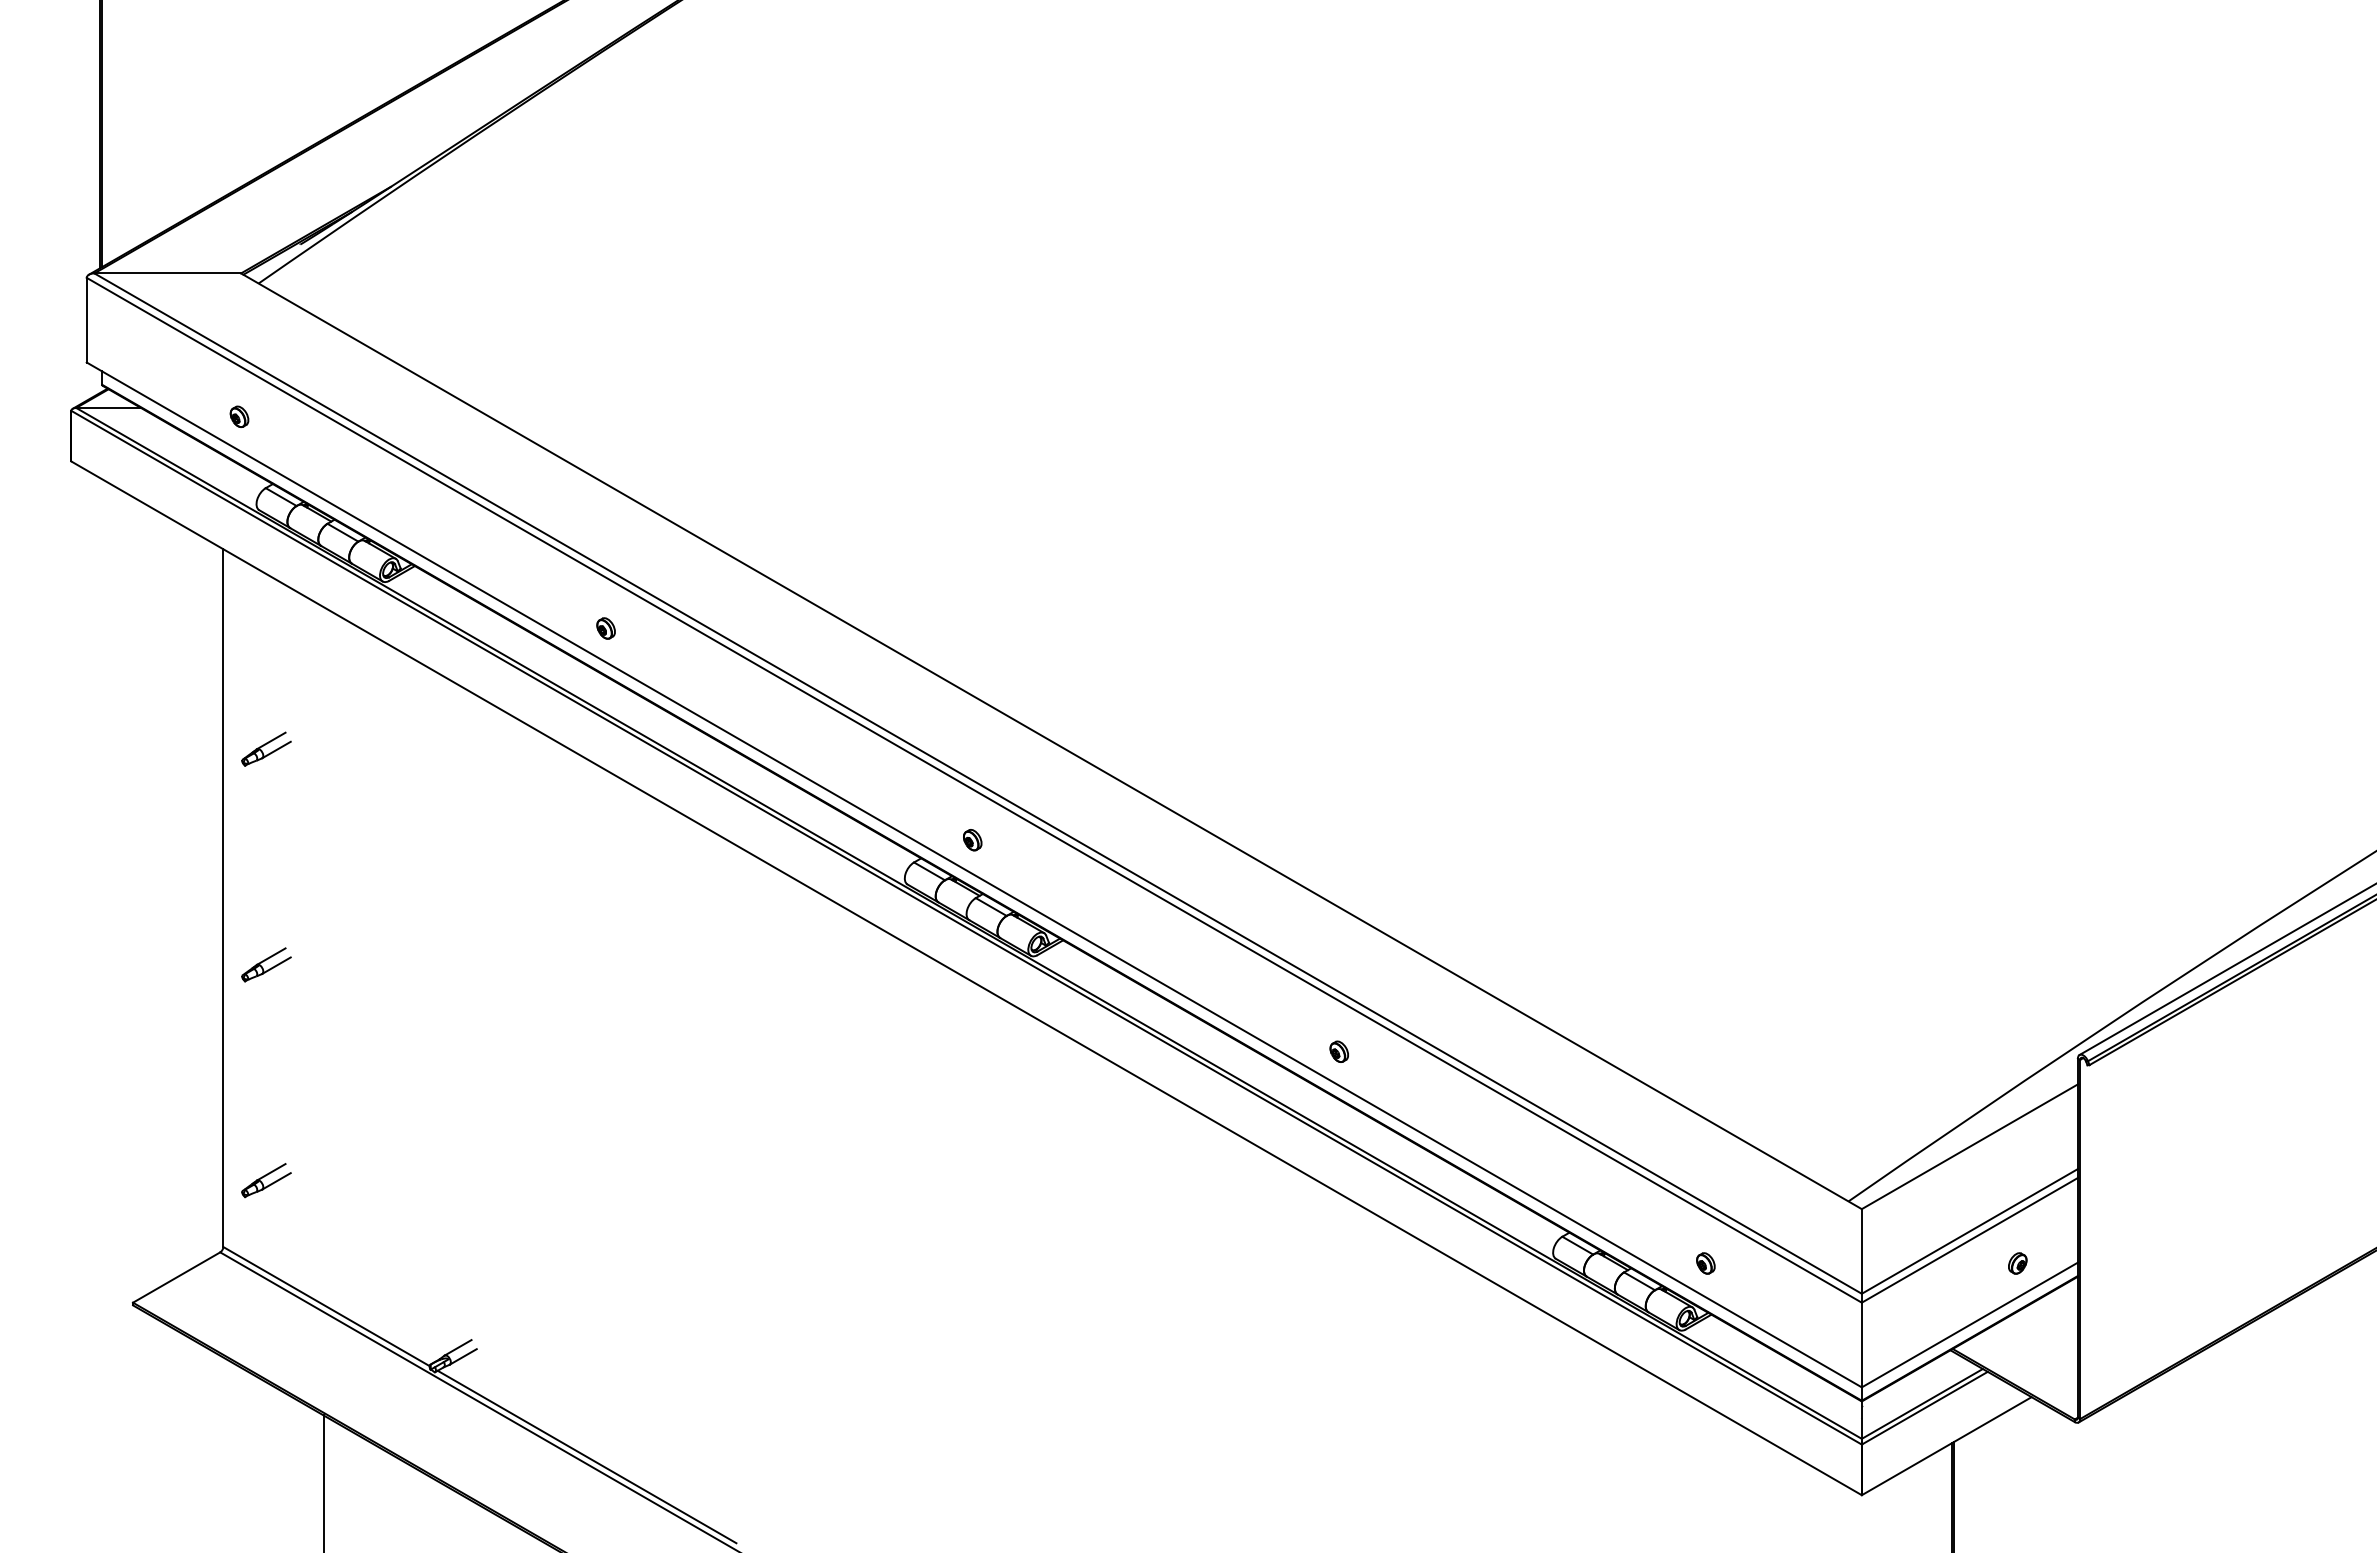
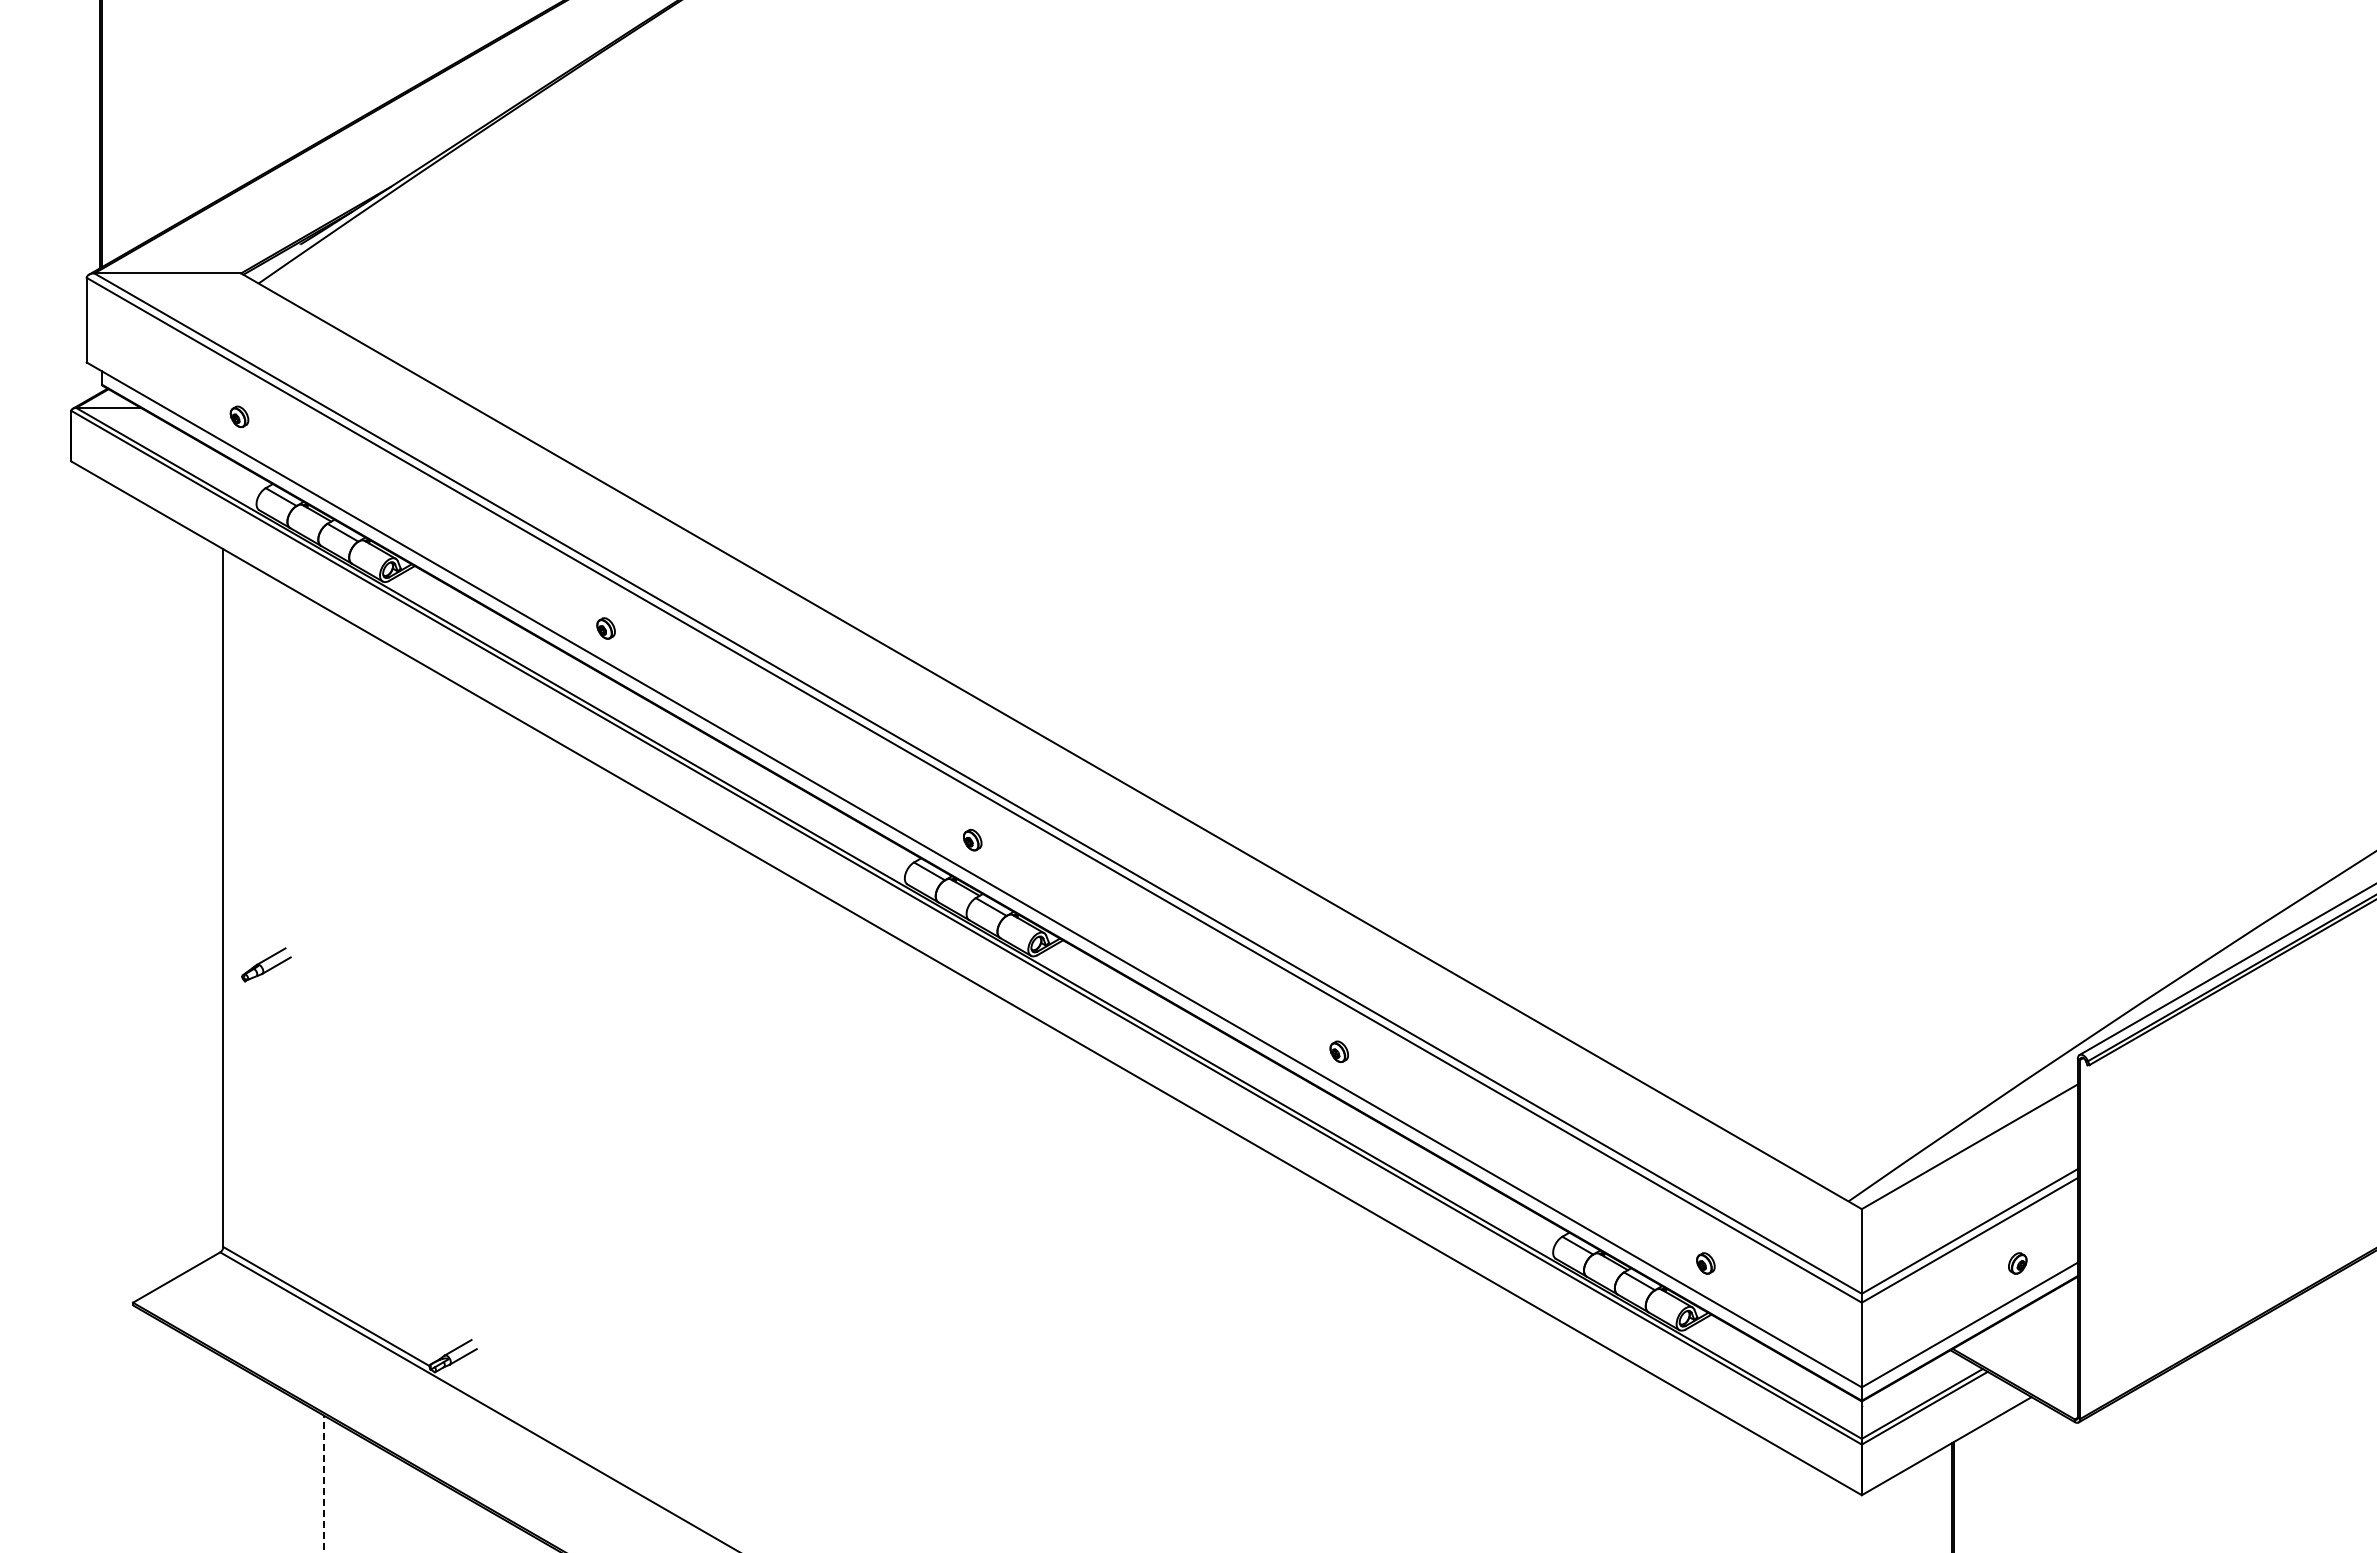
part at (266, 748): present -> none
part at (266, 1180): present -> none
line at (586, 1456): present -> none
line at (323, 1483): solid -> dashed
